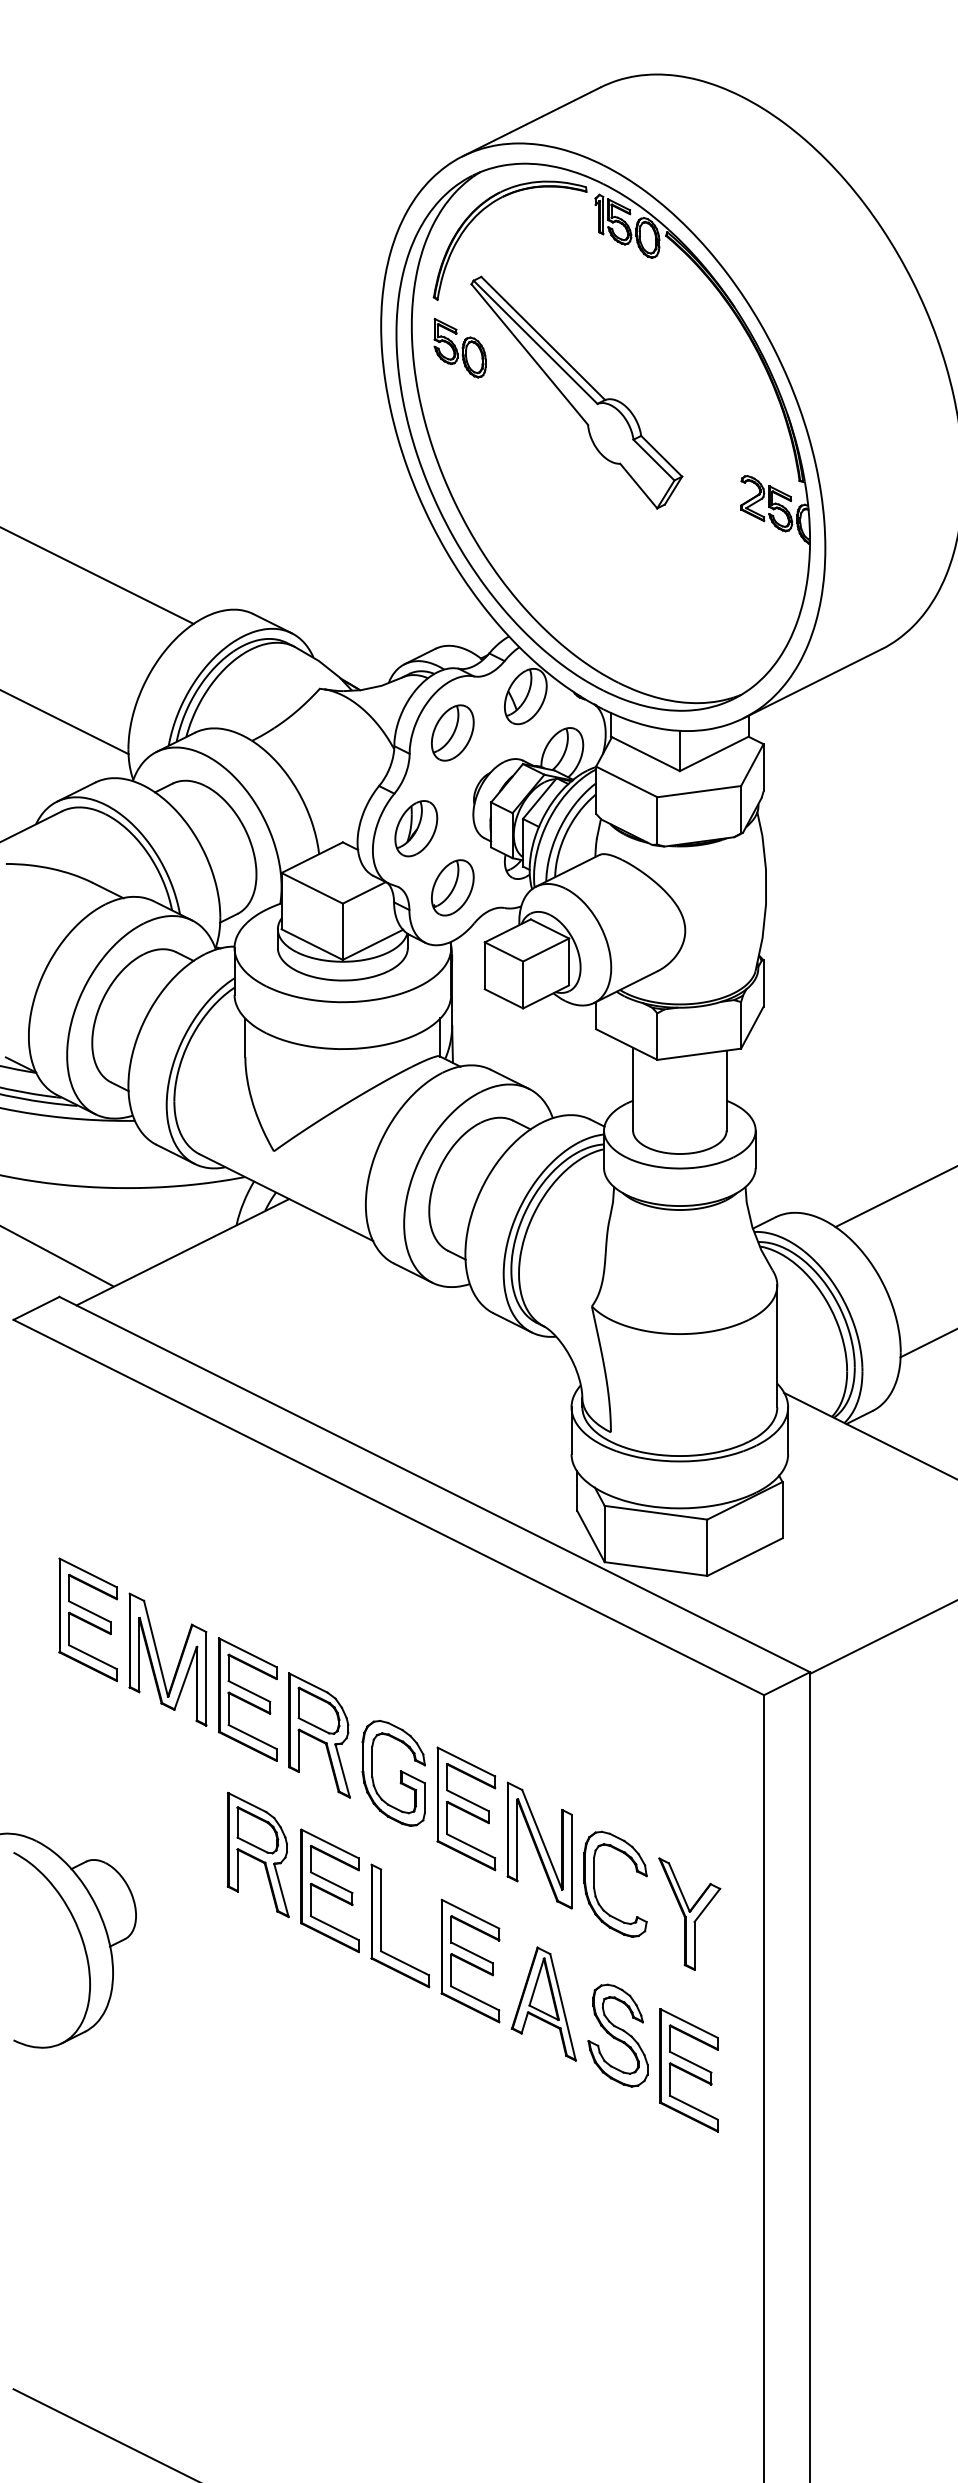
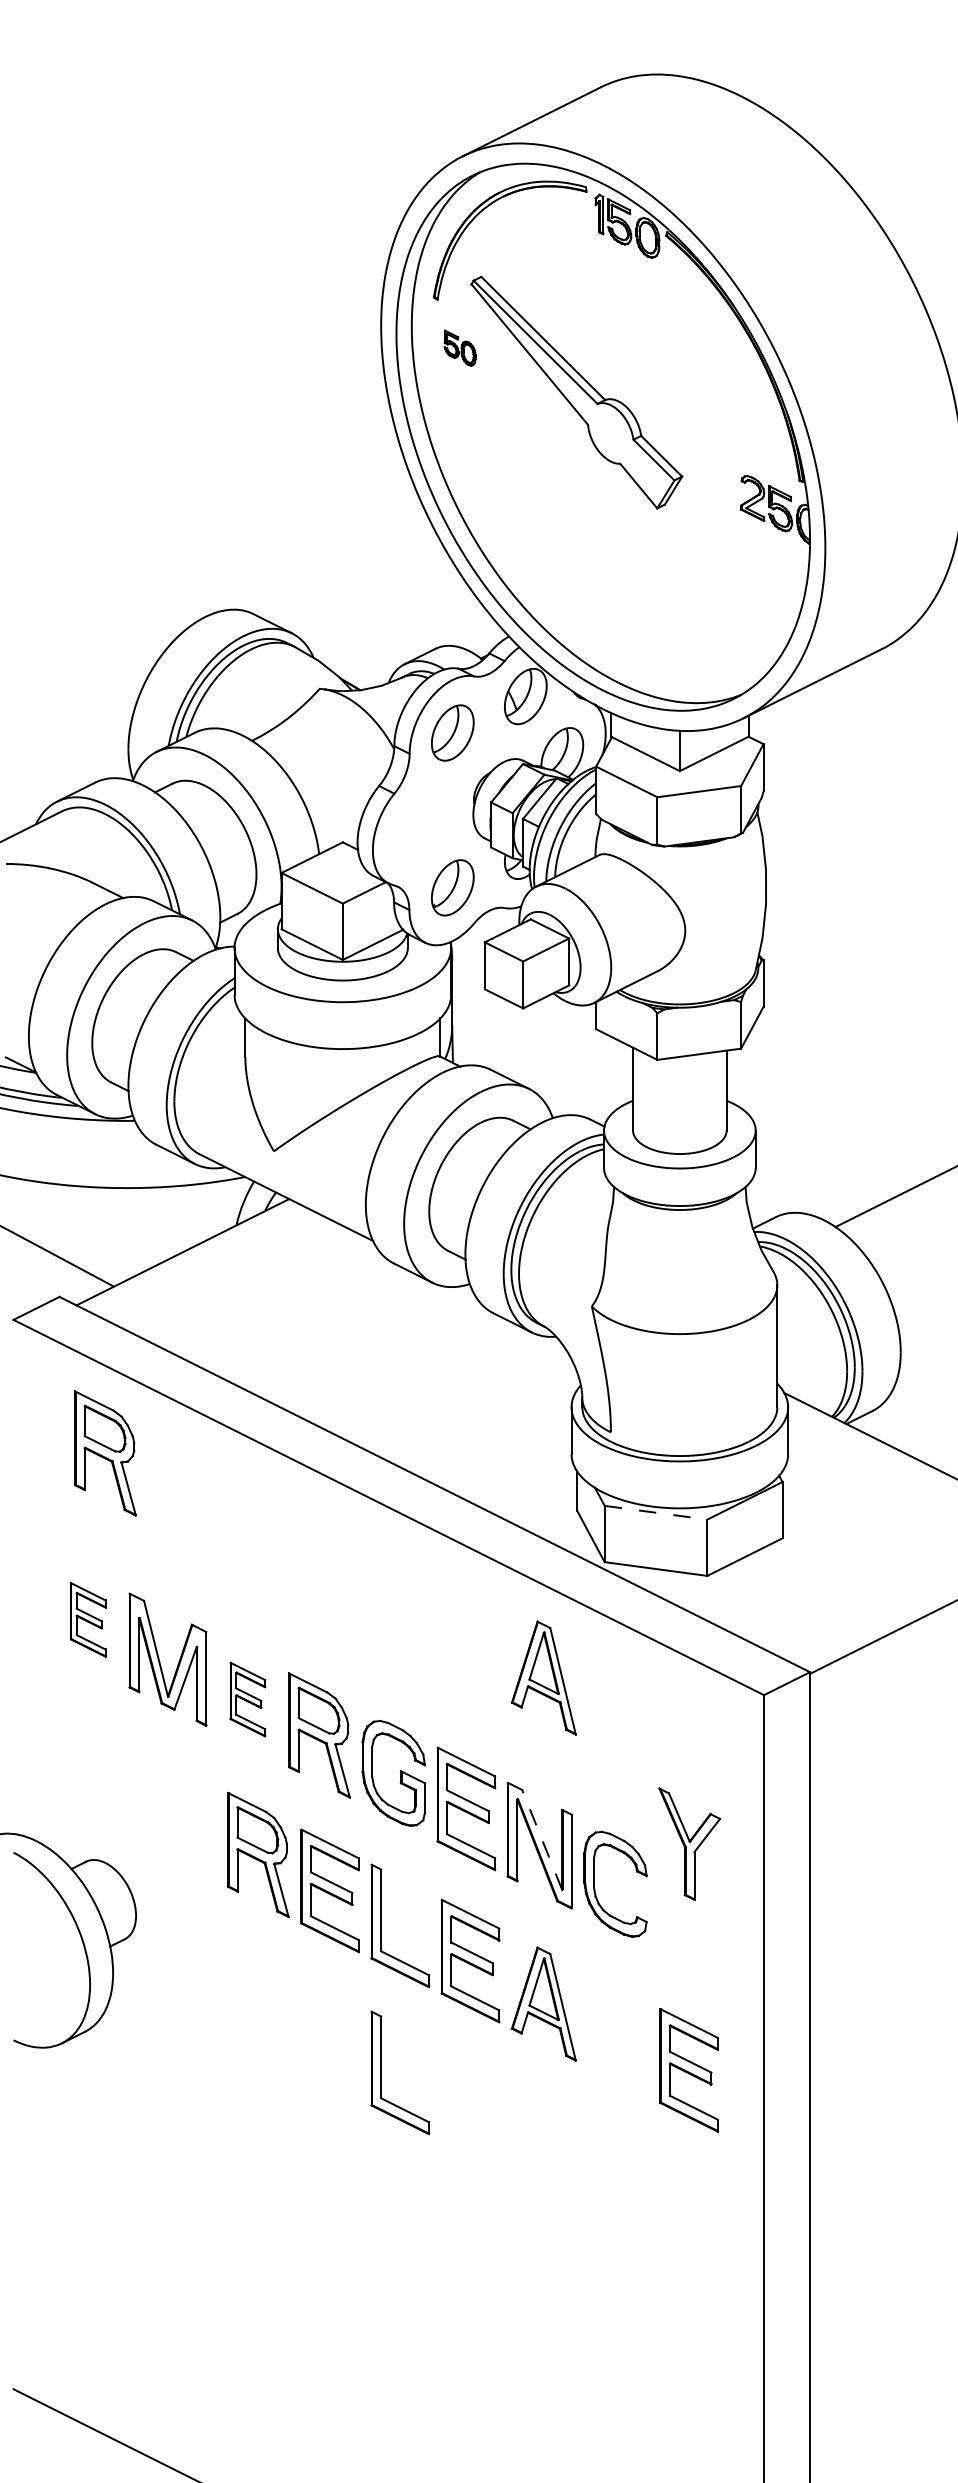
part at (459, 347) size: 54x62 px -> 34x38 px
line at (97, 575): present -> none
line at (65, 722): present -> none
part at (416, 828): present -> none
line at (927, 1343): present -> none
part at (105, 1453): none -> present
line at (656, 1512): solid -> dashed
part at (88, 1619) size: 61x126 px -> 37x76 px
part at (543, 1677): none -> present
part at (247, 1699) size: 60x125 px -> 38x77 px
line at (542, 1839): solid -> dashed
part at (689, 1913) position: (689, 1913) -> (689, 1843)
part at (617, 2035): present -> none
part at (381, 2072): none -> present
